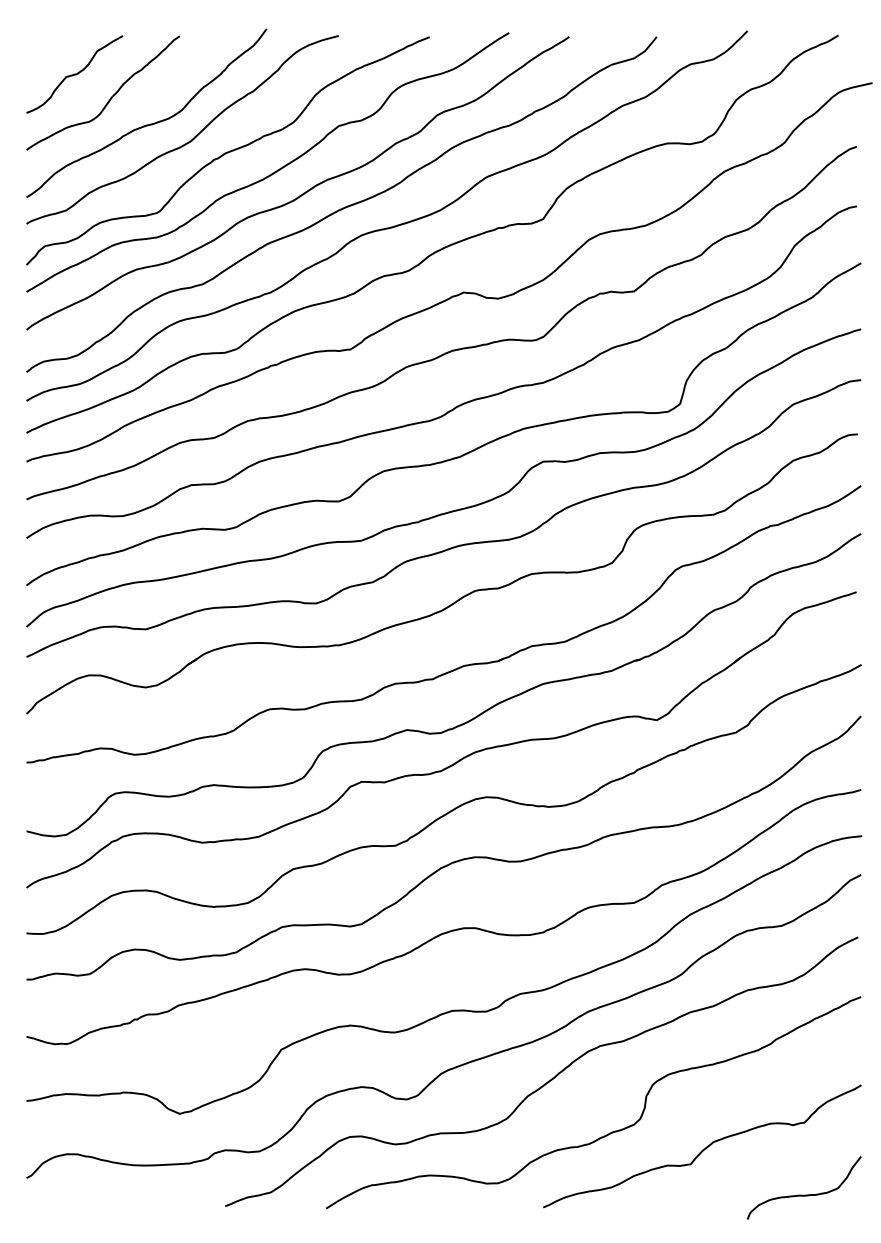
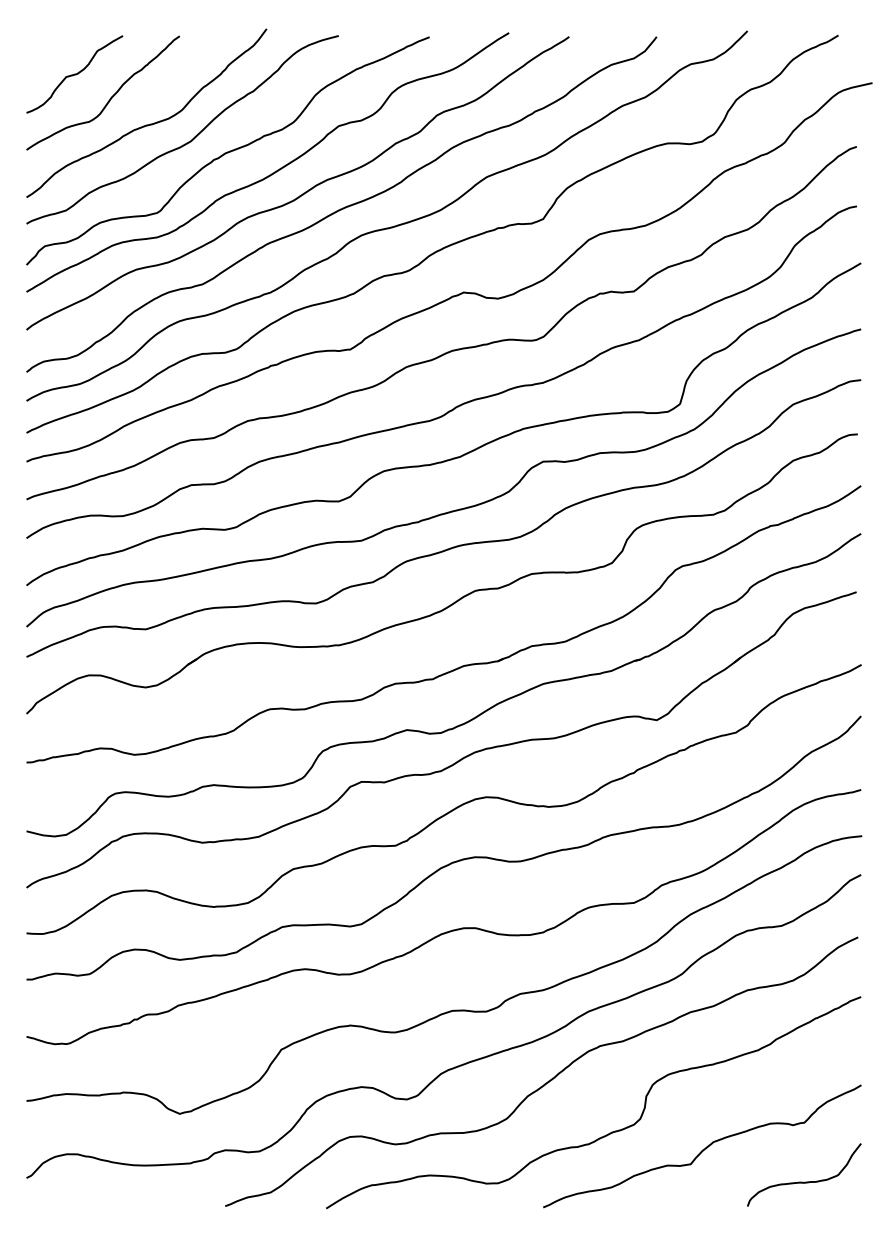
curve at (804, 1194) position: (804, 1194) -> (804, 1181)
